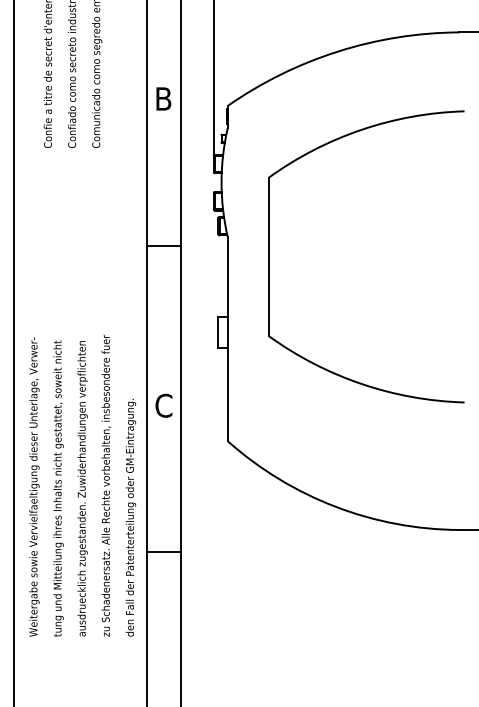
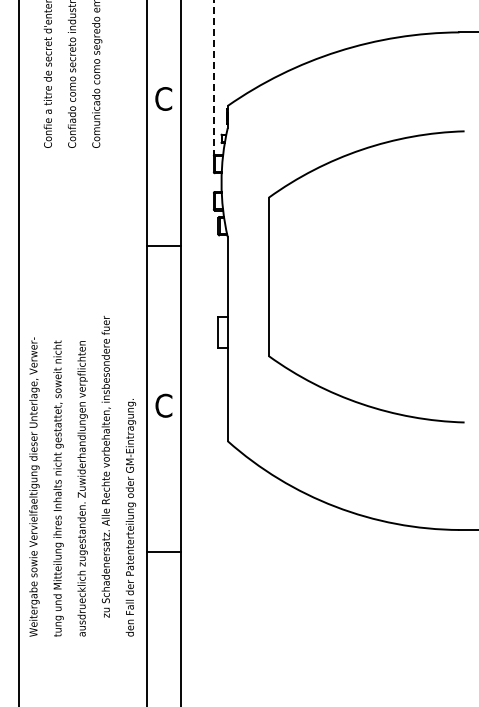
line at (213, 77): solid -> dashed
text at (163, 98): B -> C
part at (269, 256) position: (269, 256) -> (269, 276)
line at (14, 352) position: (14, 352) -> (19, 352)
text at (105, 485) position: (105, 485) -> (105, 466)
